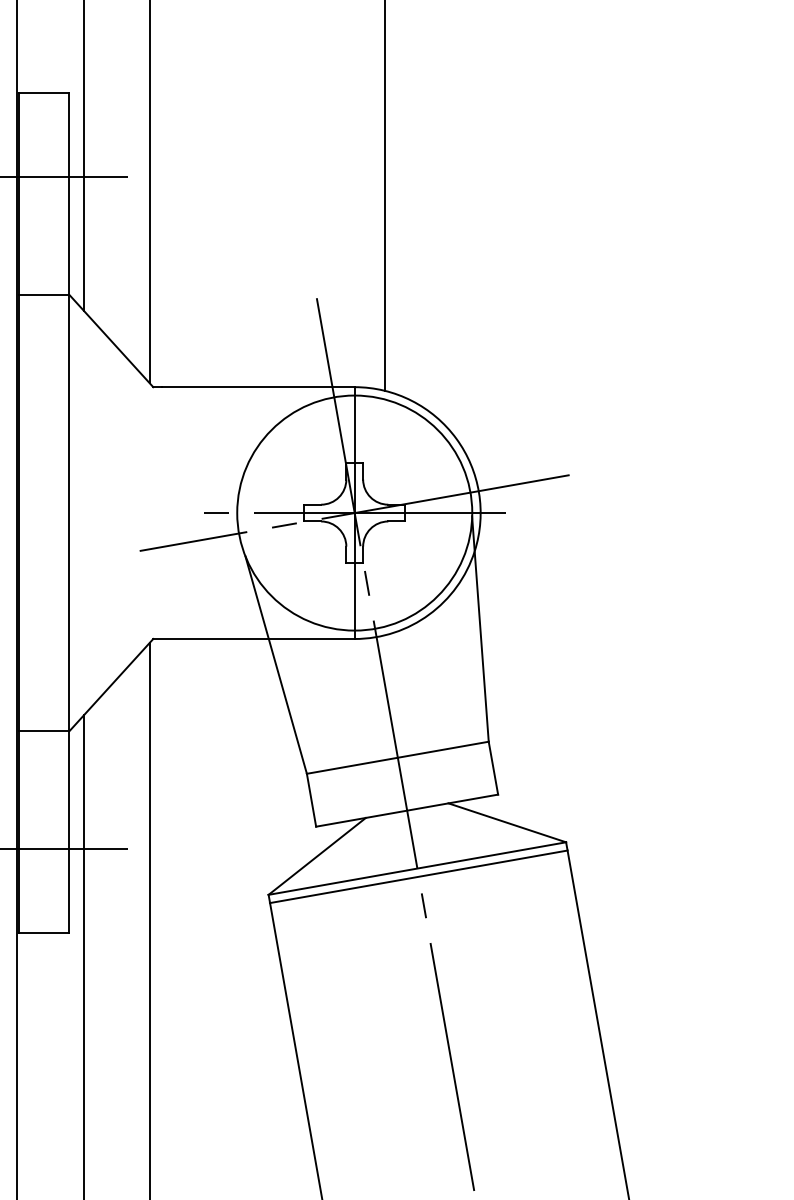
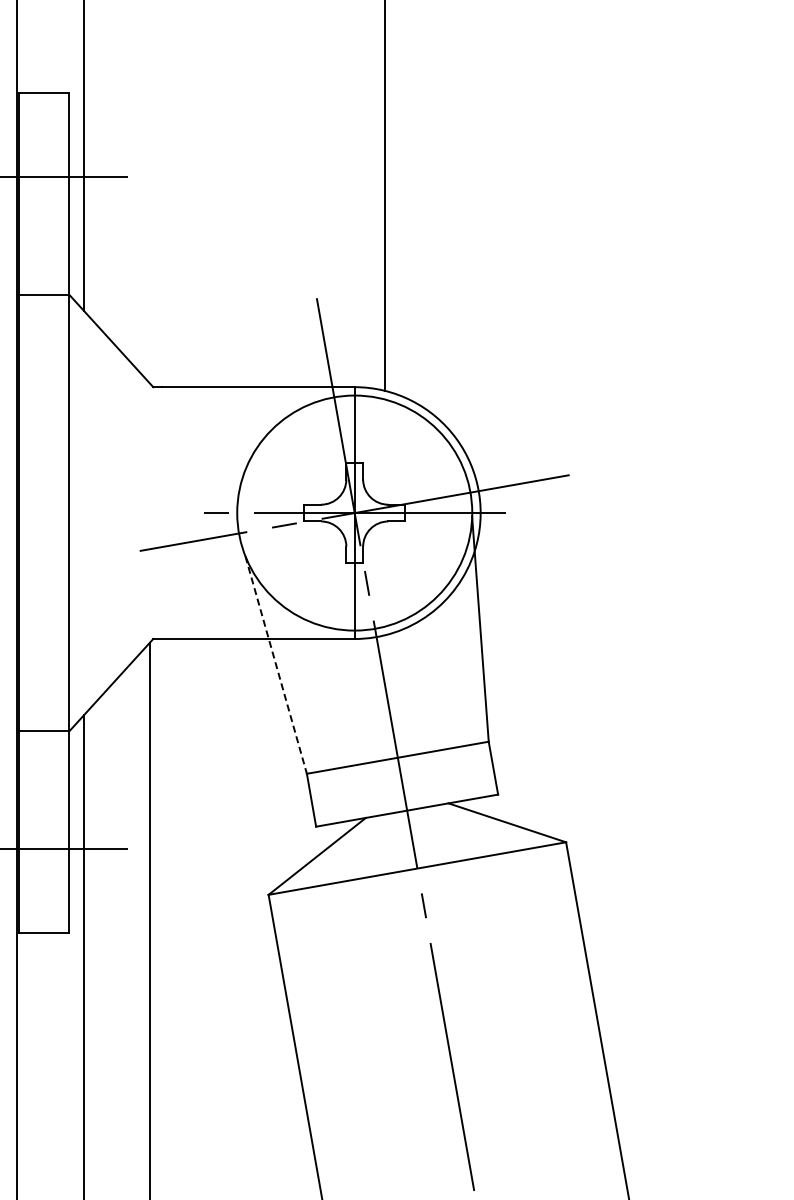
line at (149, 192): present -> none
line at (276, 665): solid -> dashed
line at (418, 876): present -> none
